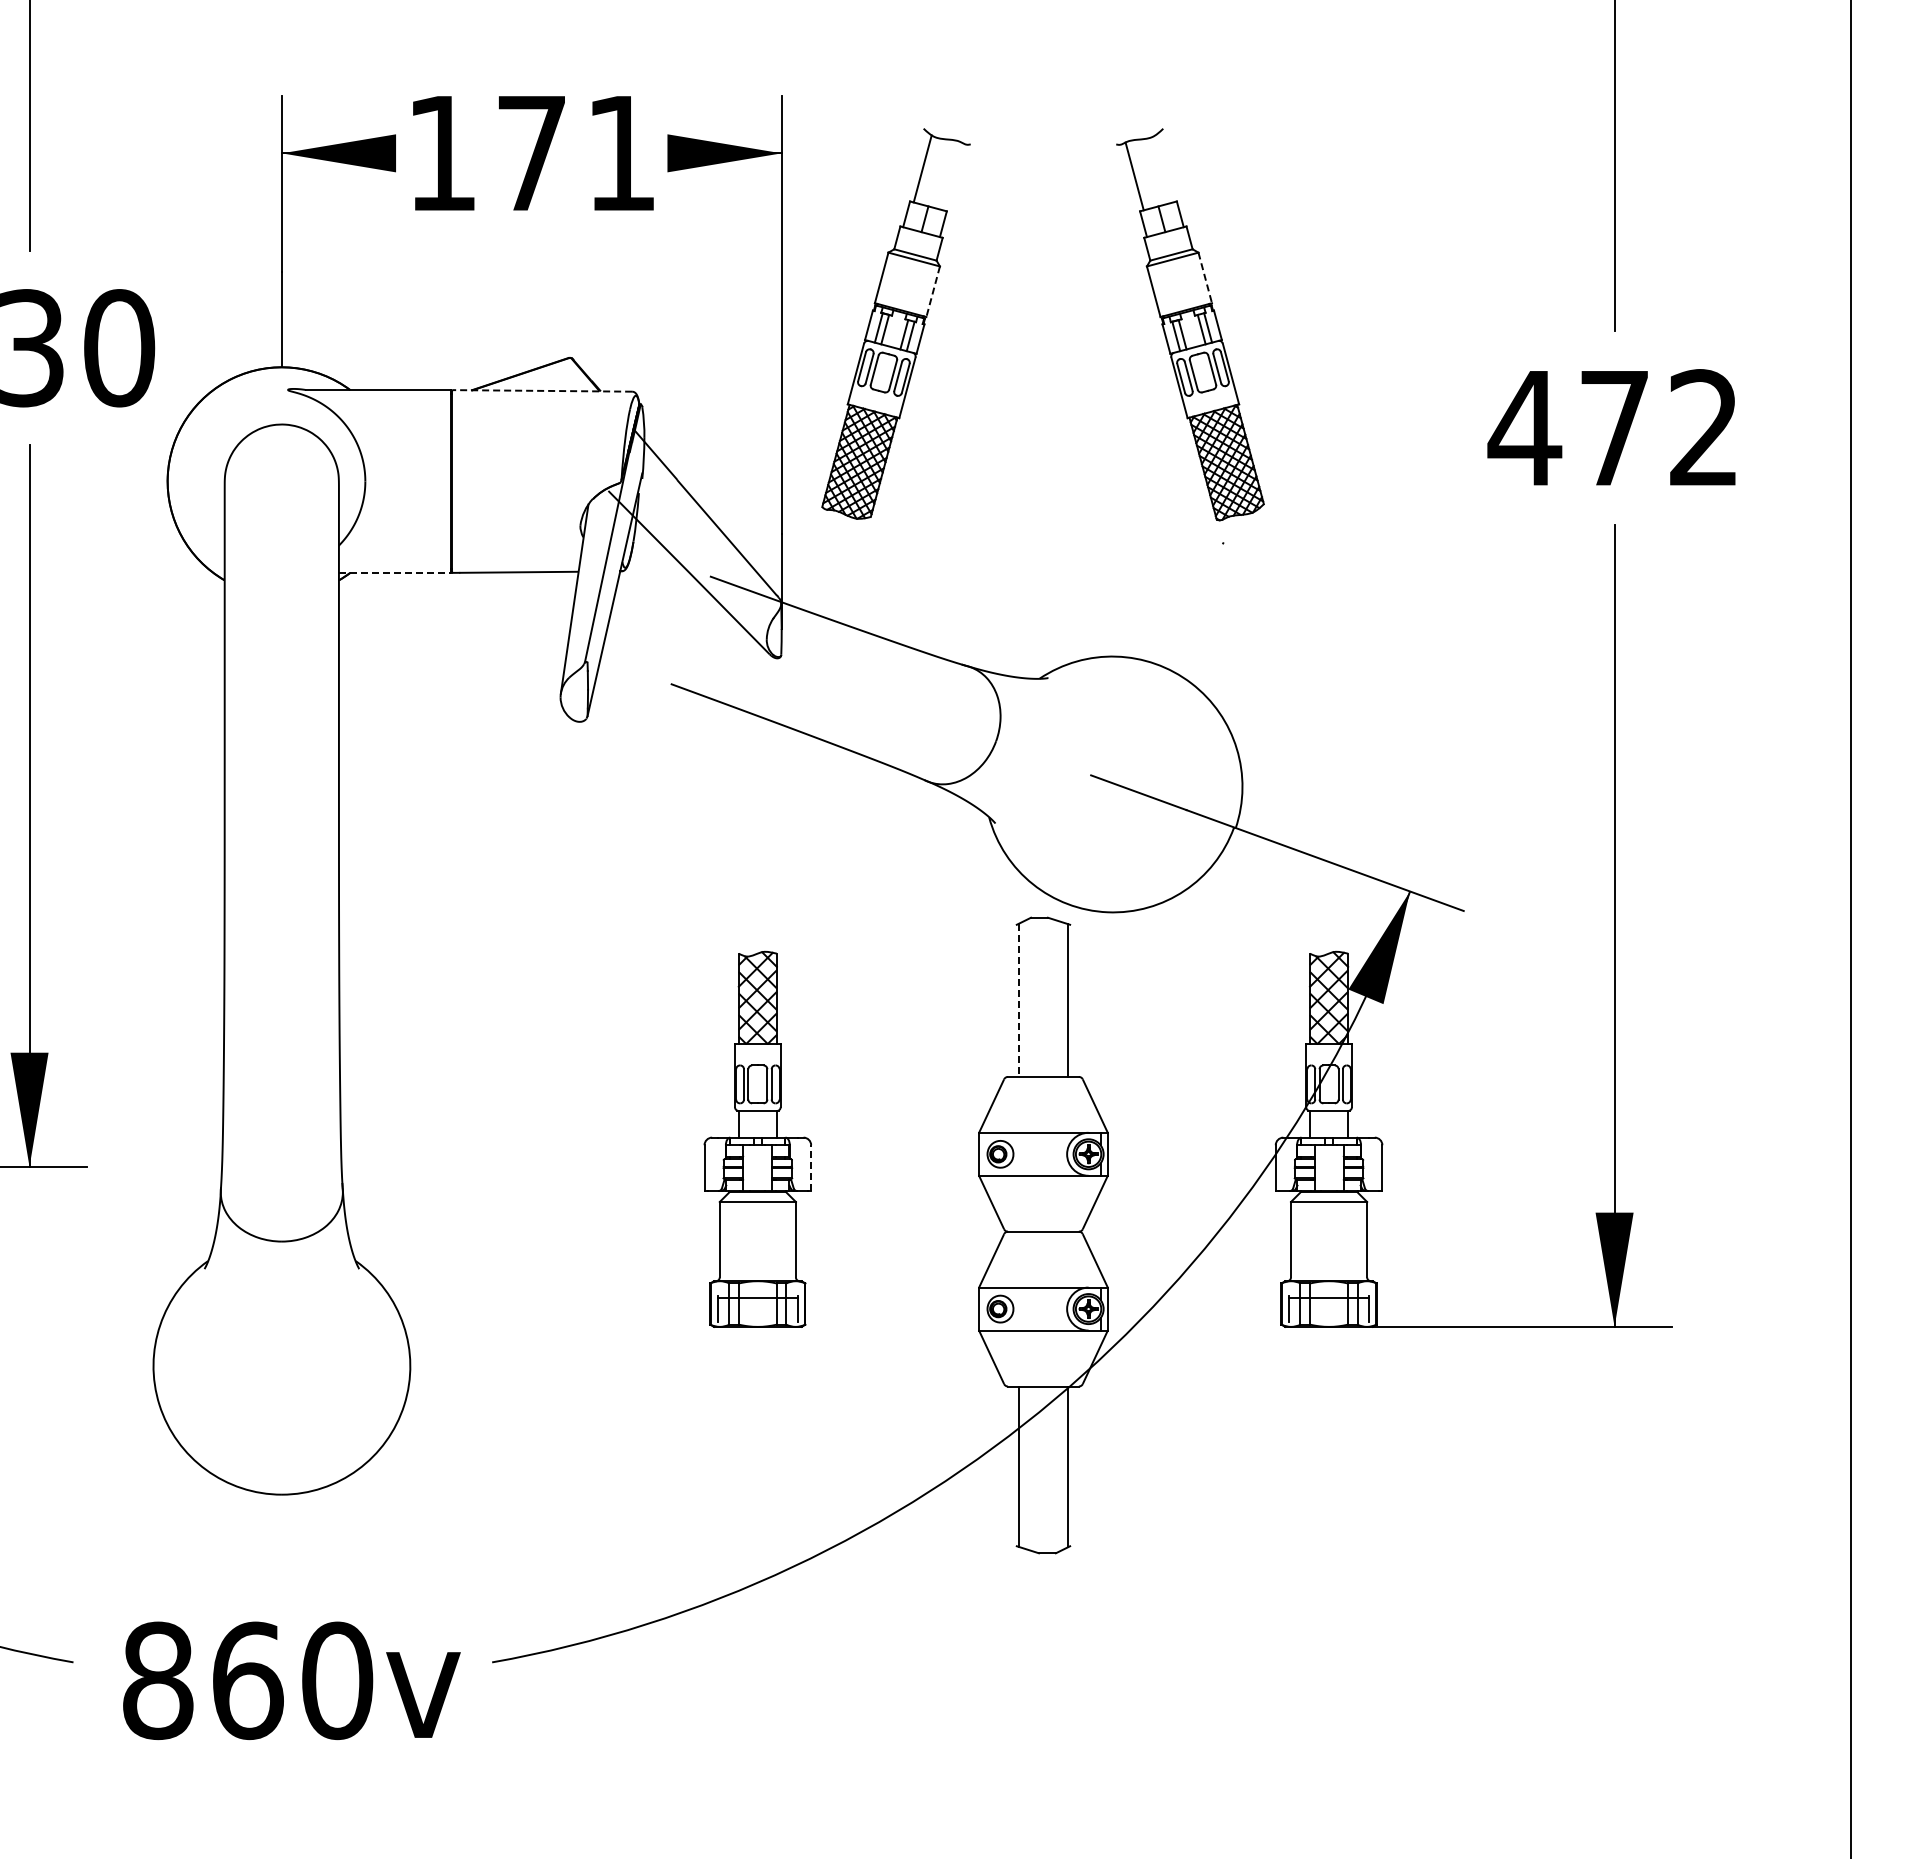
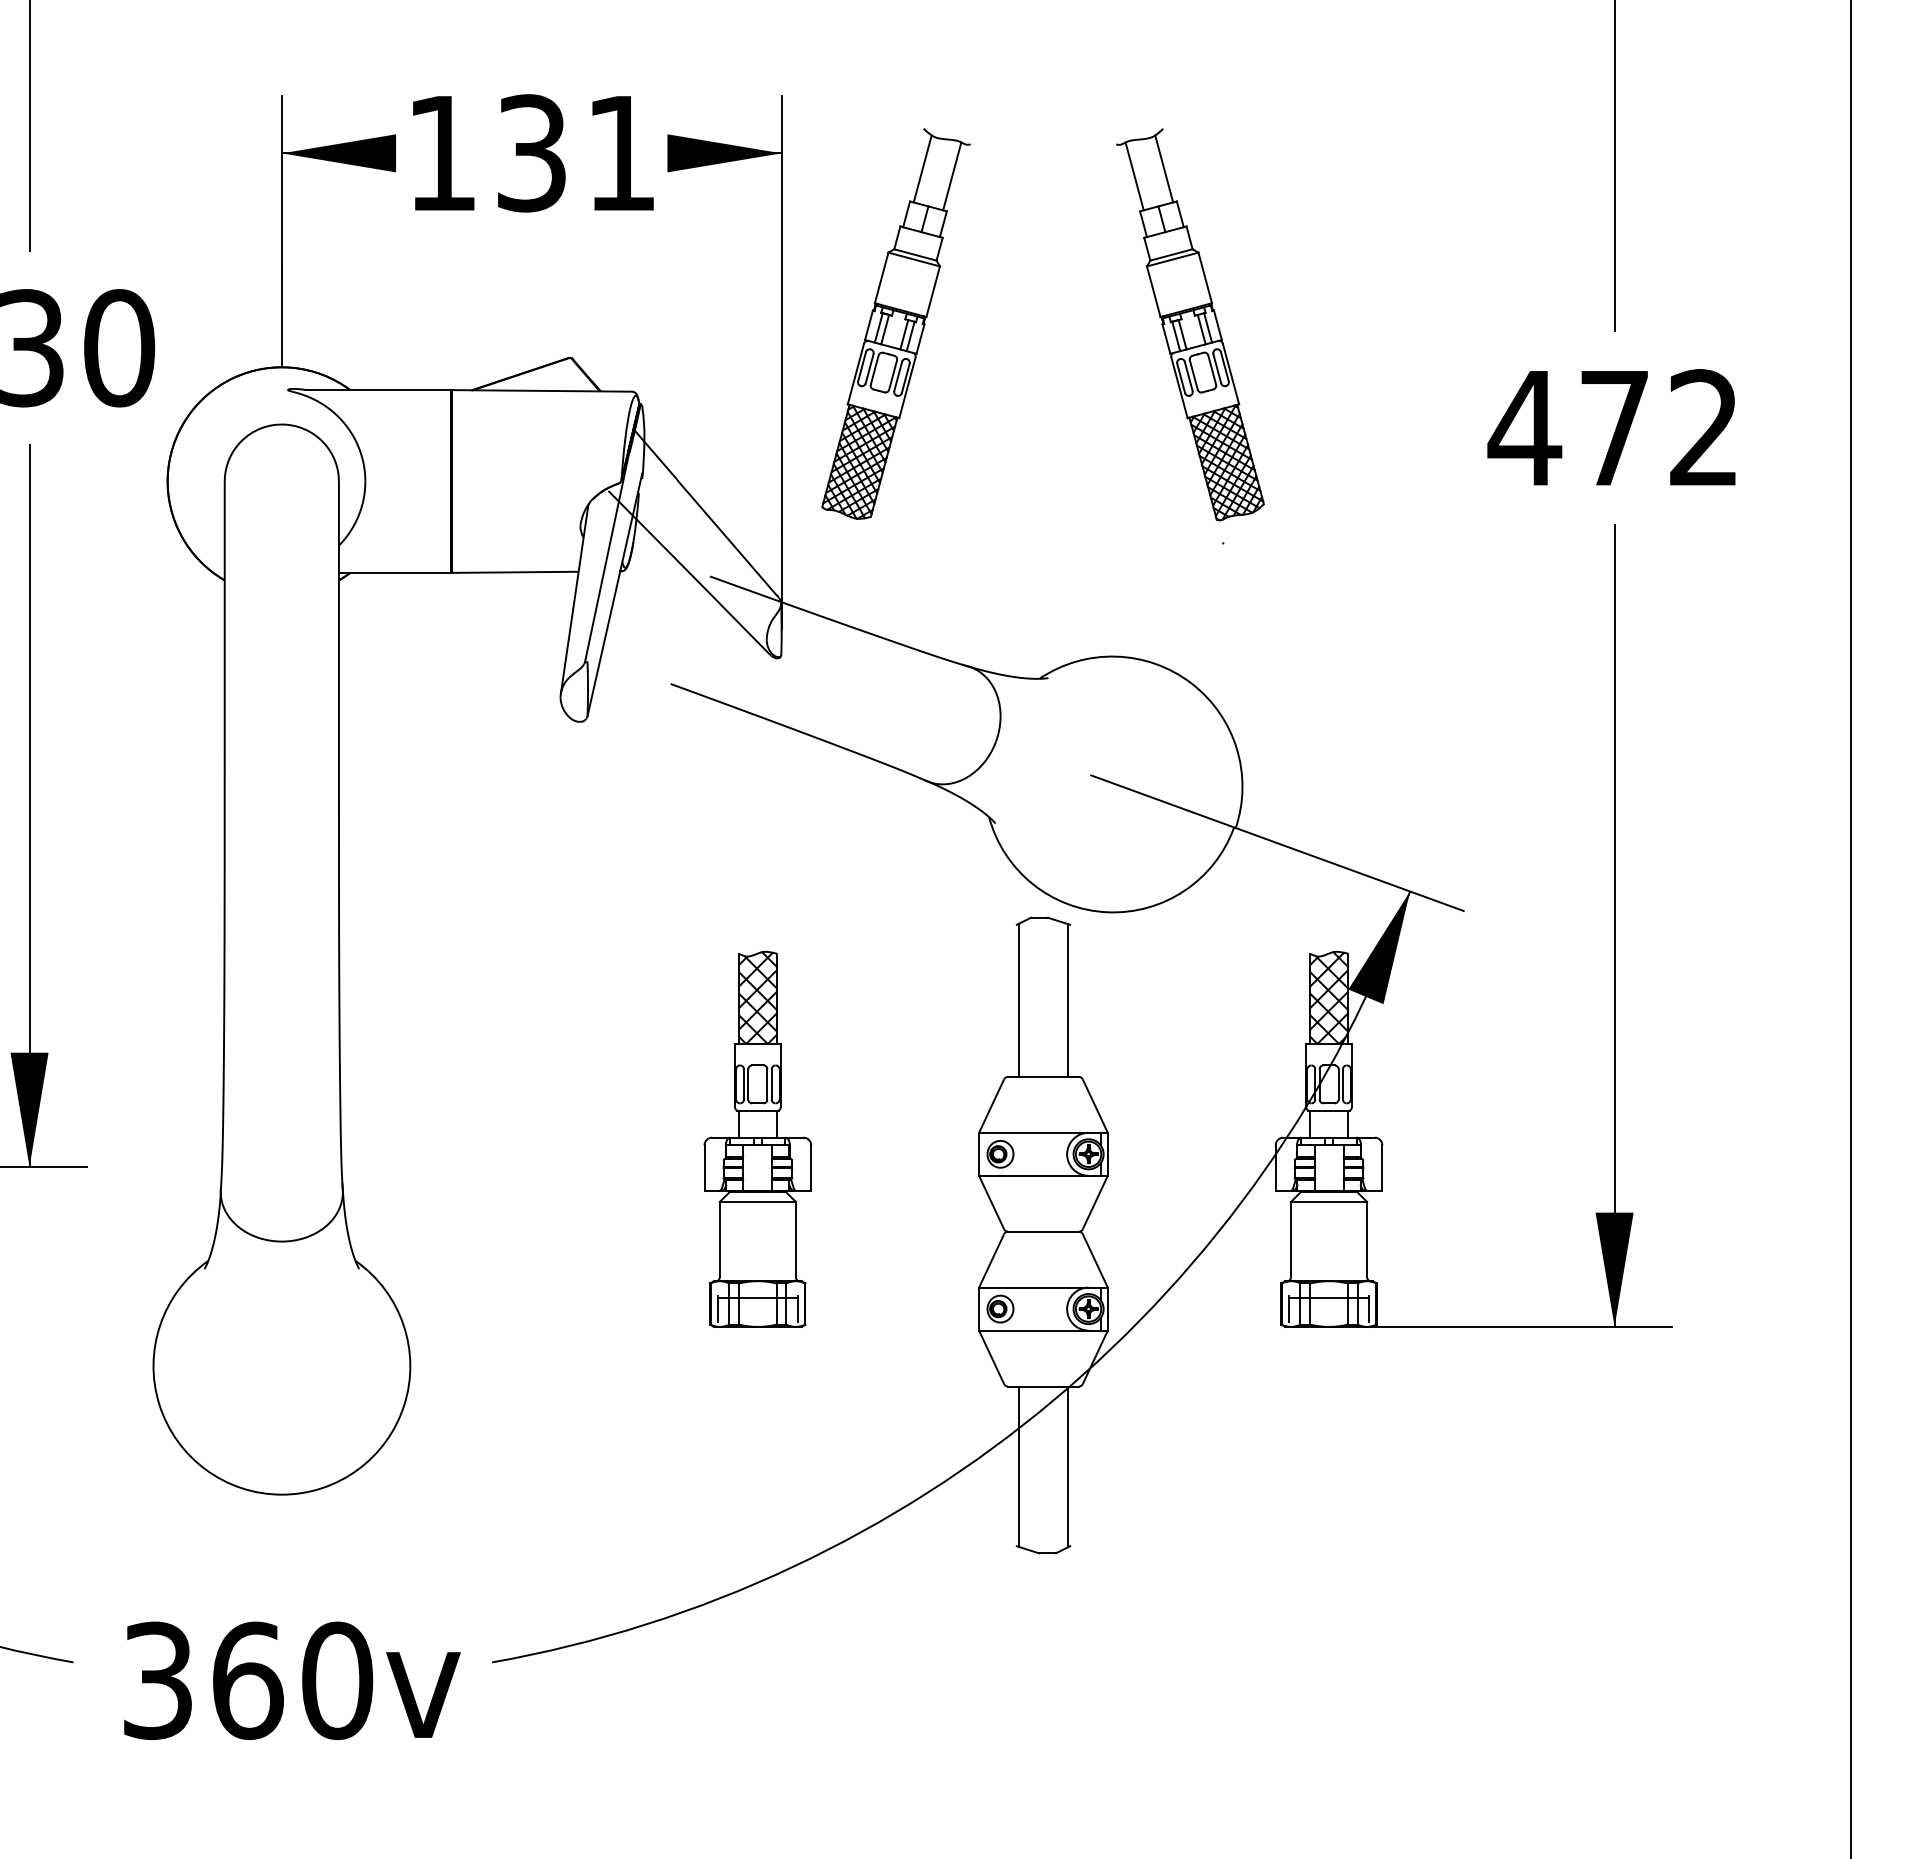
text at (531, 153): 171 -> 131
line at (1164, 168): none -> present
line at (952, 176): none -> present
line at (1205, 278): dashed -> solid
line at (933, 292): dashed -> solid
line at (542, 390): dashed -> solid
line at (395, 572): dashed -> solid
line at (1018, 1000): dashed -> solid
line at (811, 1168): dashed -> solid
text at (158, 1680): 860 -> 360
